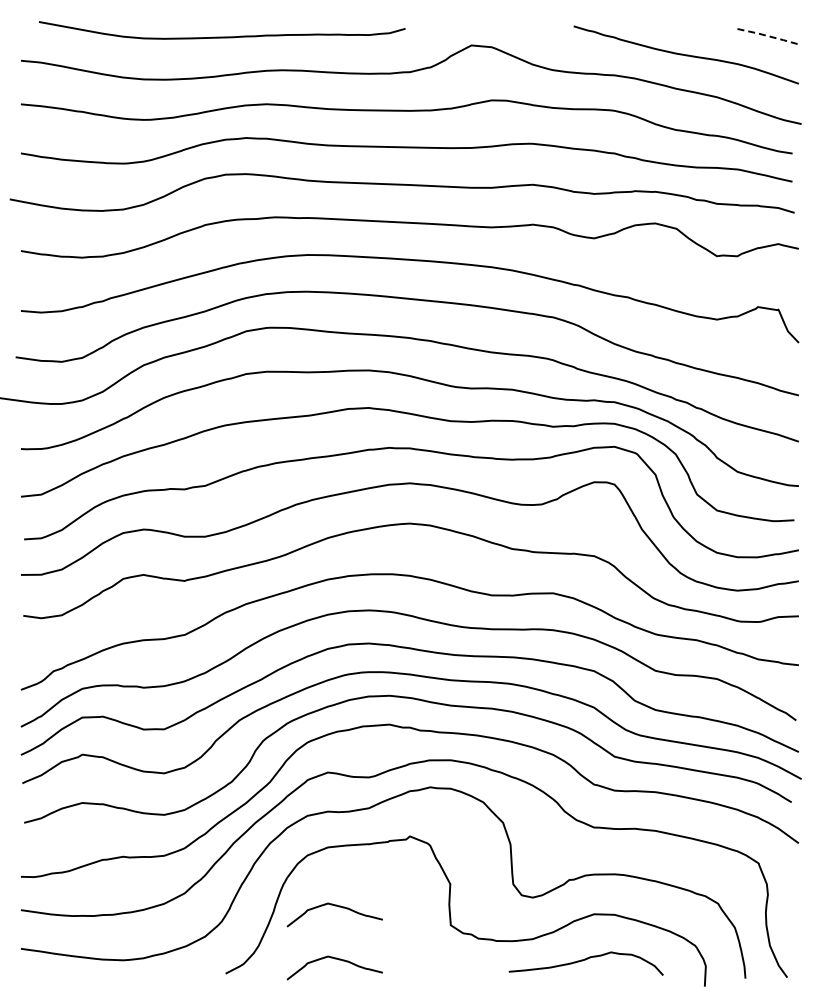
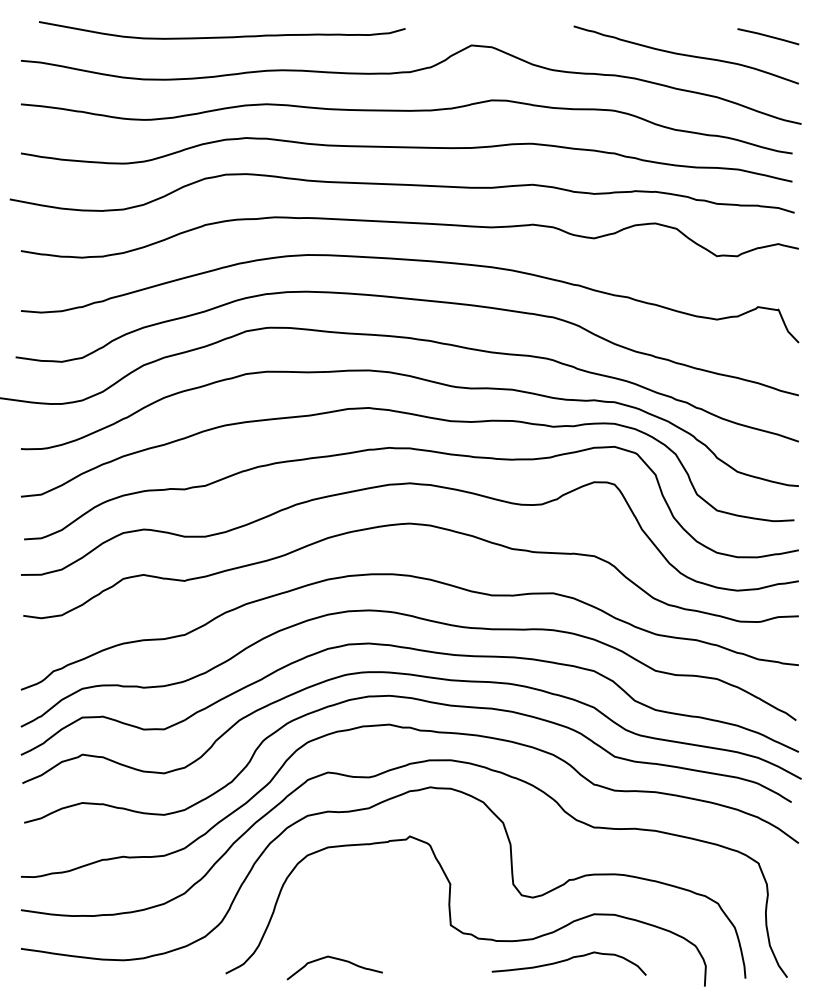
line at (769, 36): dashed -> solid
curve at (334, 906): present -> none
curve at (585, 960) position: (585, 960) -> (568, 960)
